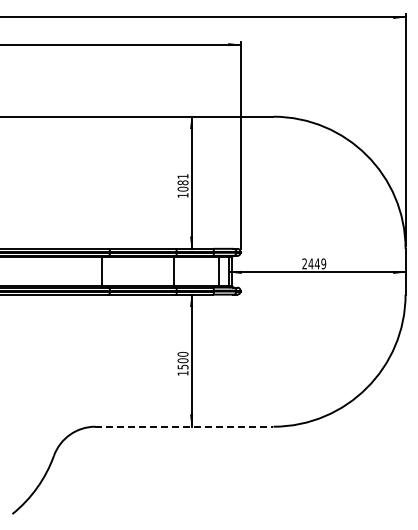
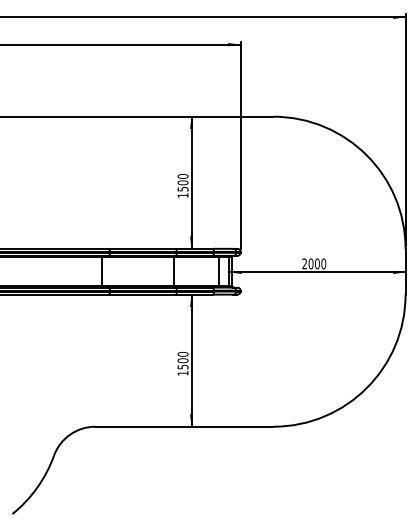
text at (182, 182): 1081 -> 1500
text at (316, 263): 2449 -> 2000
line at (184, 426): dashed -> solid
